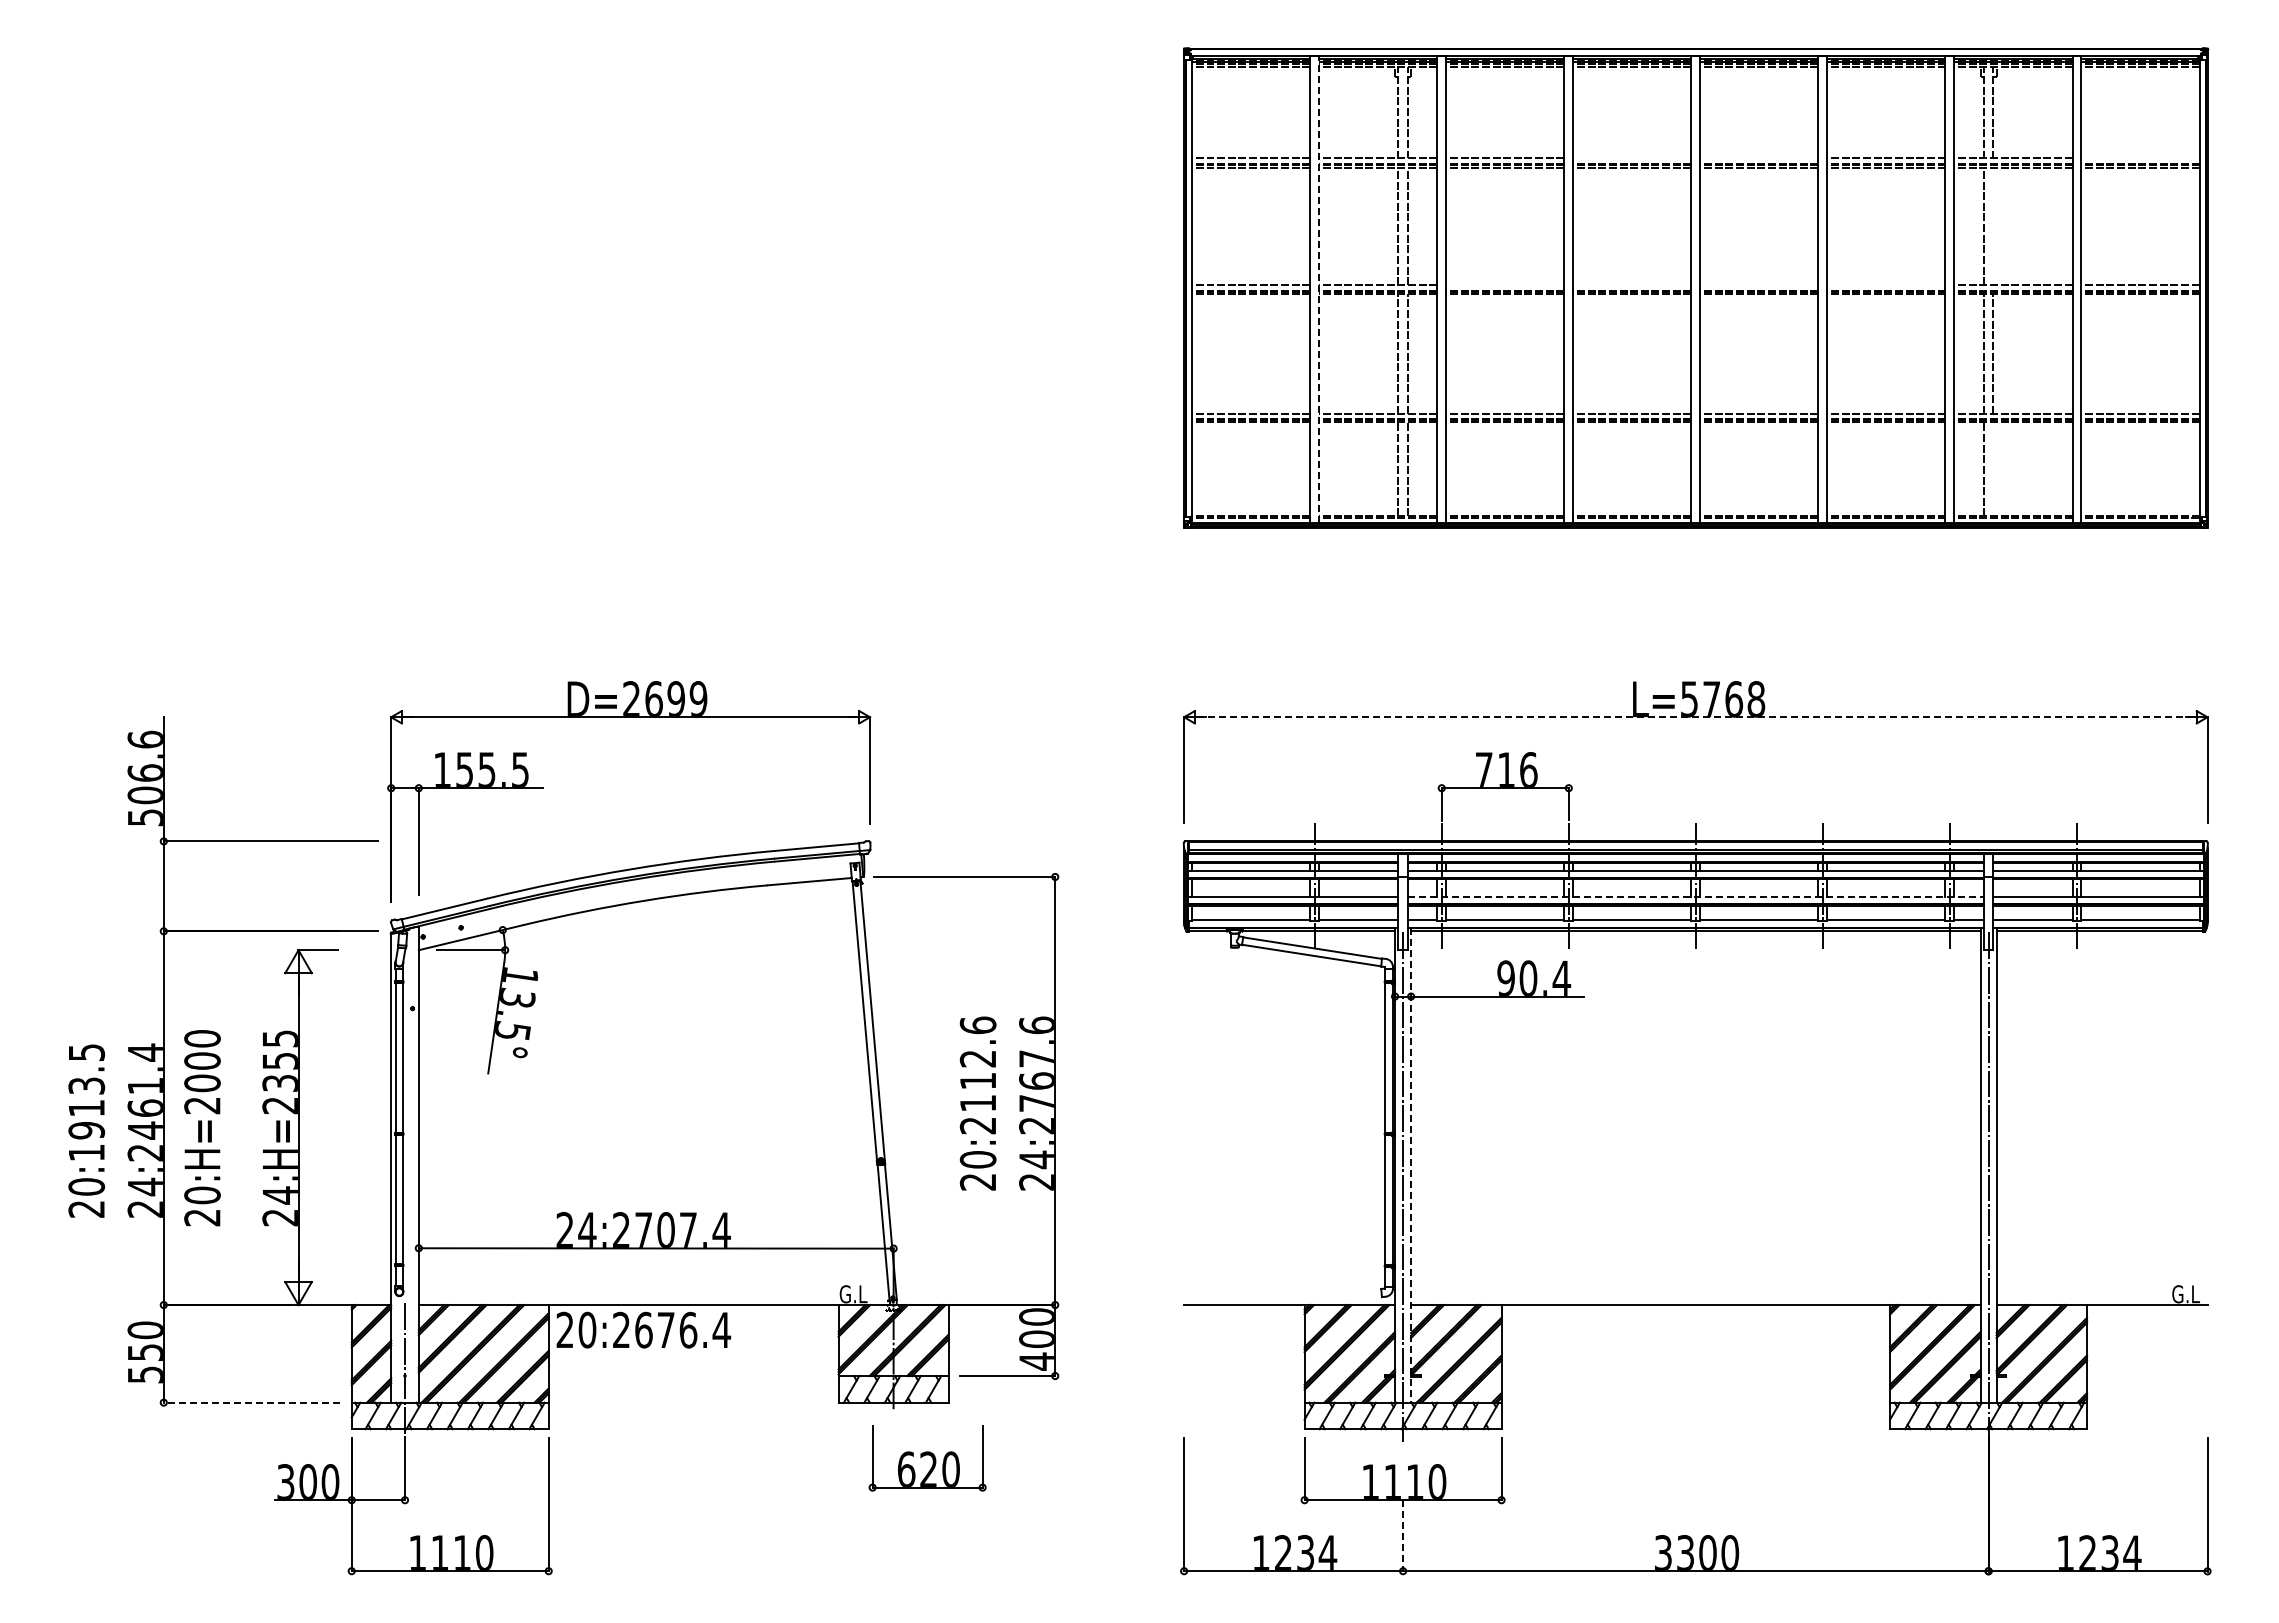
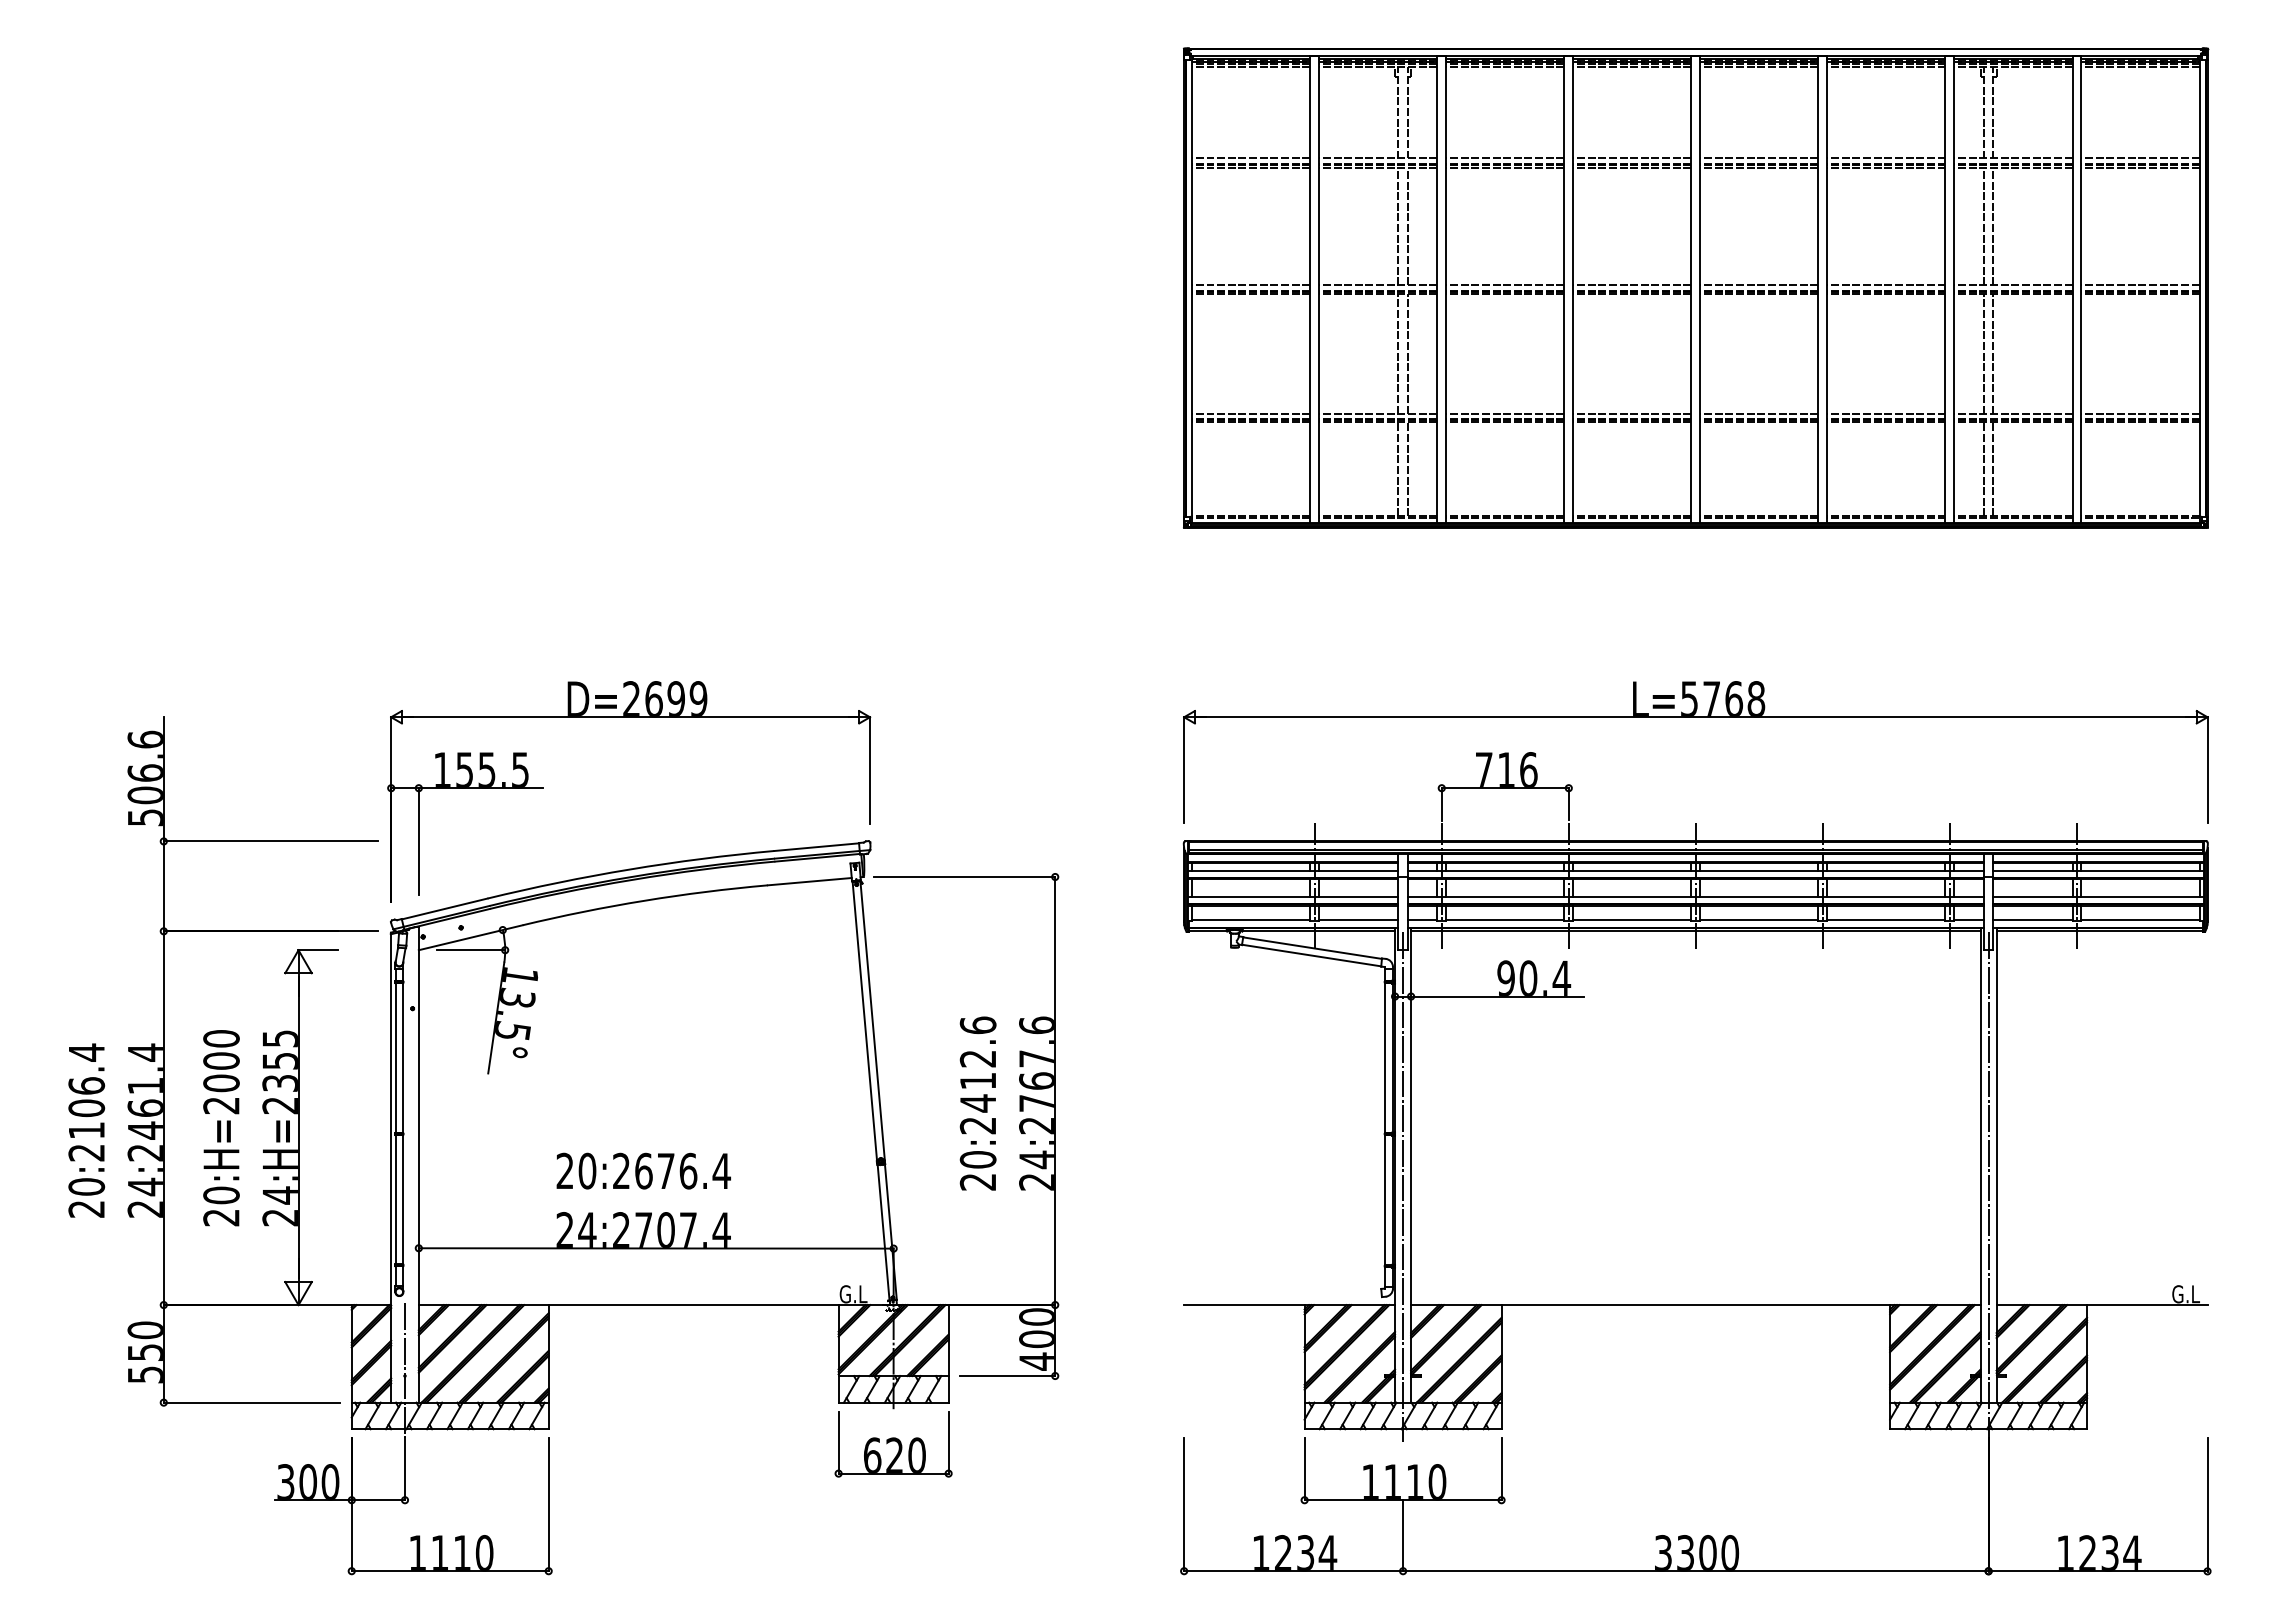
line at (1632, 158): none -> present
line at (1759, 158): none -> present
line at (2140, 158): none -> present
line at (1993, 226): none -> present
line at (1505, 285): none -> present
line at (1632, 285): none -> present
line at (1759, 285): none -> present
line at (1886, 285): none -> present
line at (1319, 289): dashed -> solid
line at (1993, 469): none -> present
line at (1696, 717): dashed -> solid
line at (1695, 896): dashed -> solid
text at (86, 1102): 20:1913.5 -> 20:2106.4
text at (977, 1103): 20:2112.6 -> 20:2412.6
text at (202, 1128) position: (202, 1128) -> (221, 1128)
line at (1411, 1165): dashed -> solid
text at (643, 1329) position: (643, 1329) -> (643, 1170)
line at (251, 1402): dashed -> solid
part at (927, 1458) position: (927, 1458) -> (893, 1444)
line at (1403, 1536): dashed -> solid
